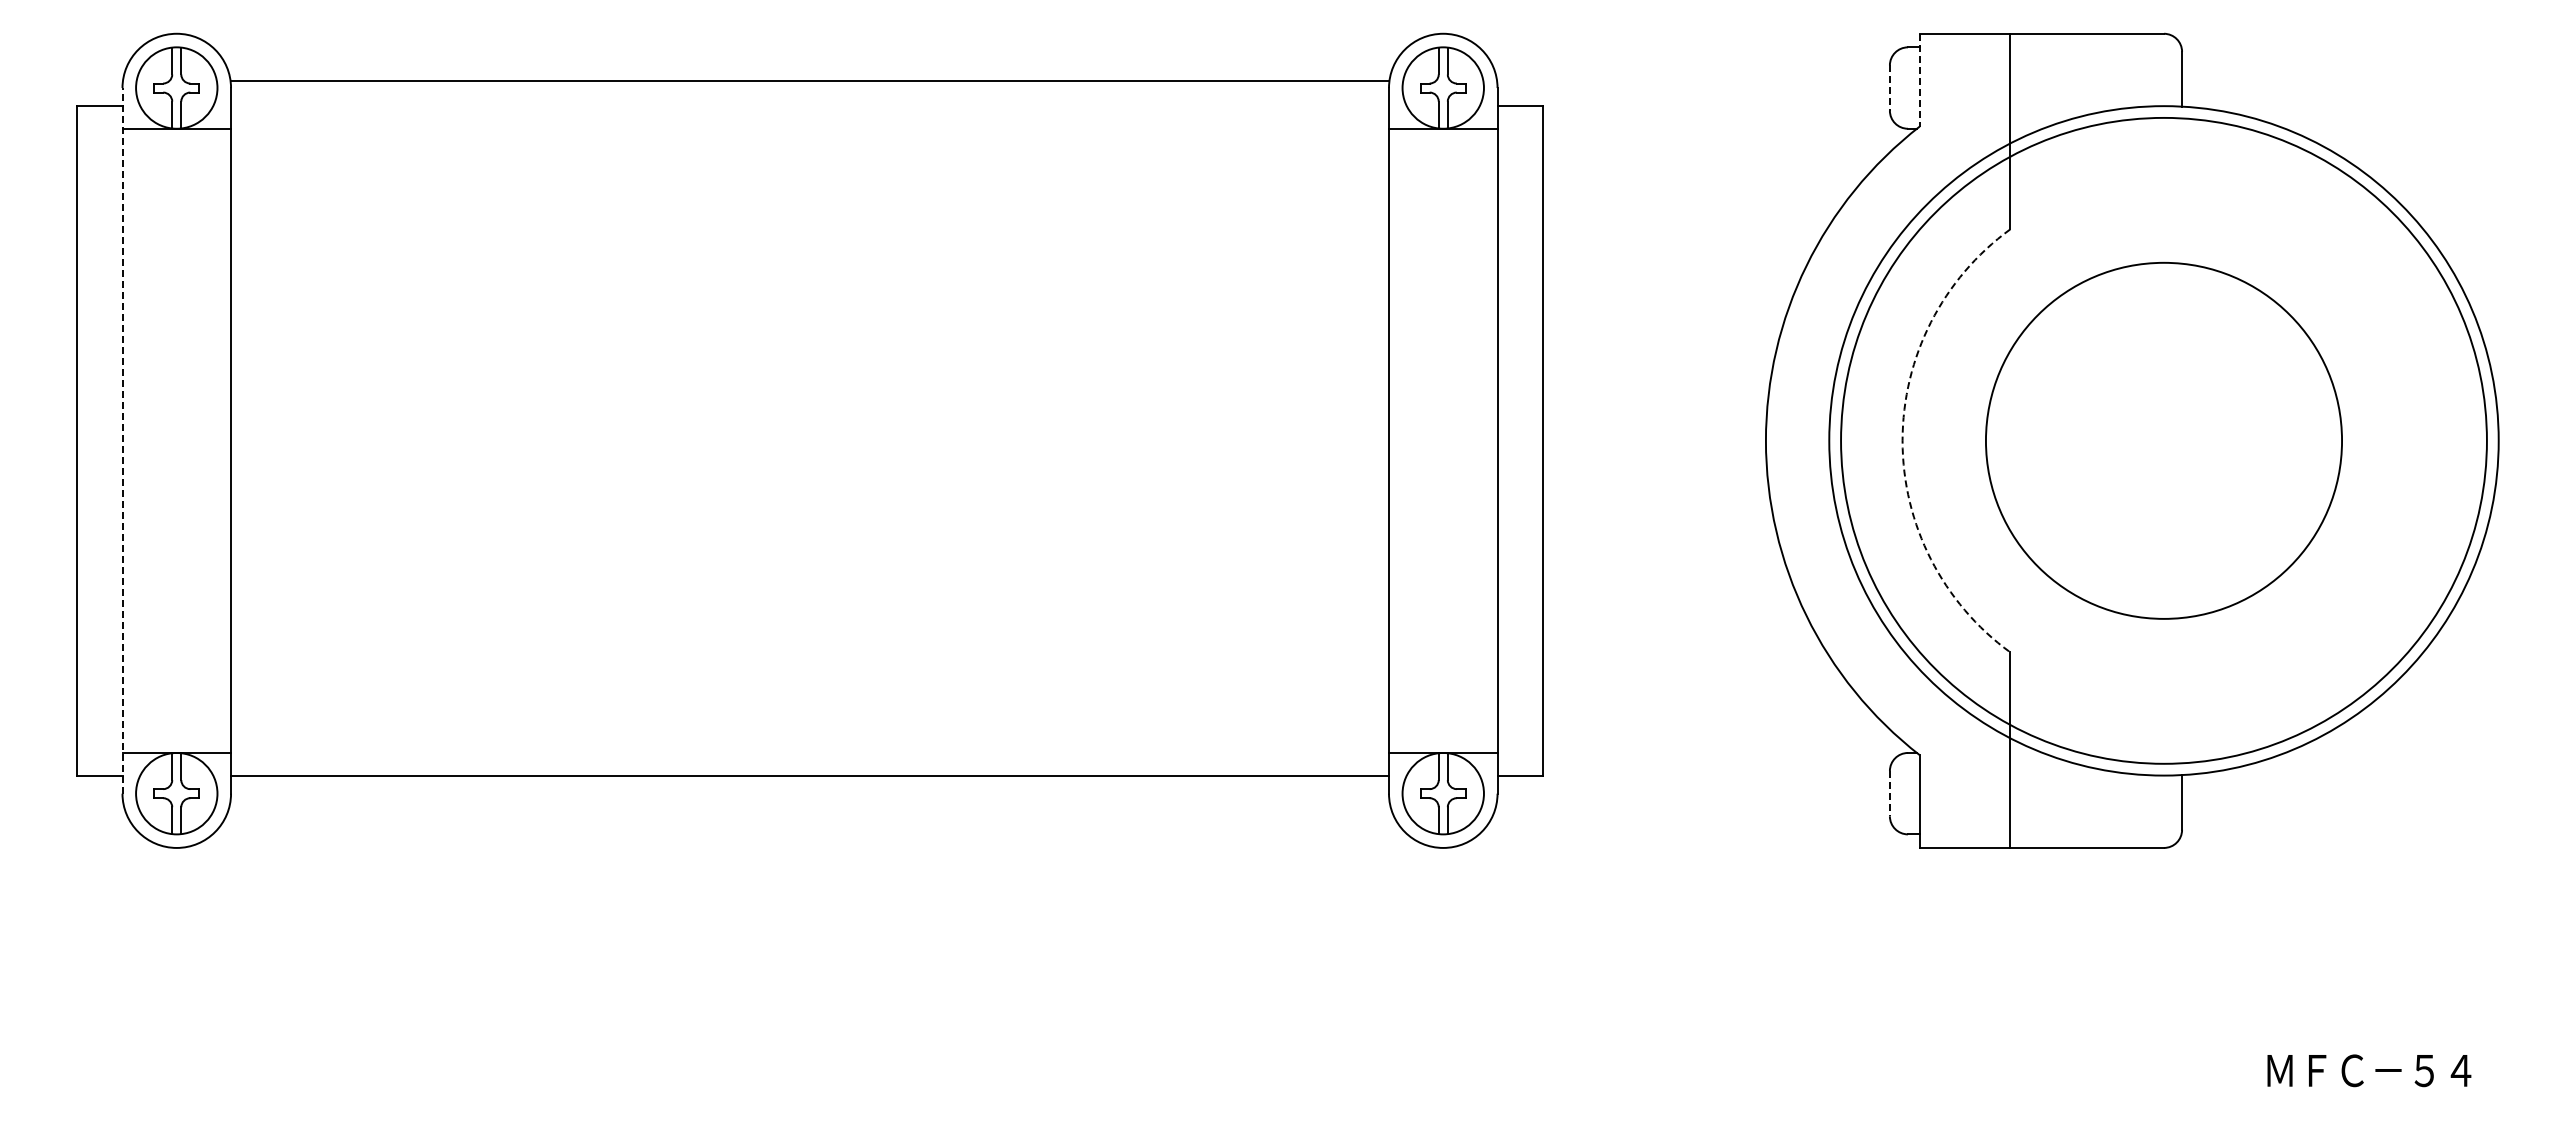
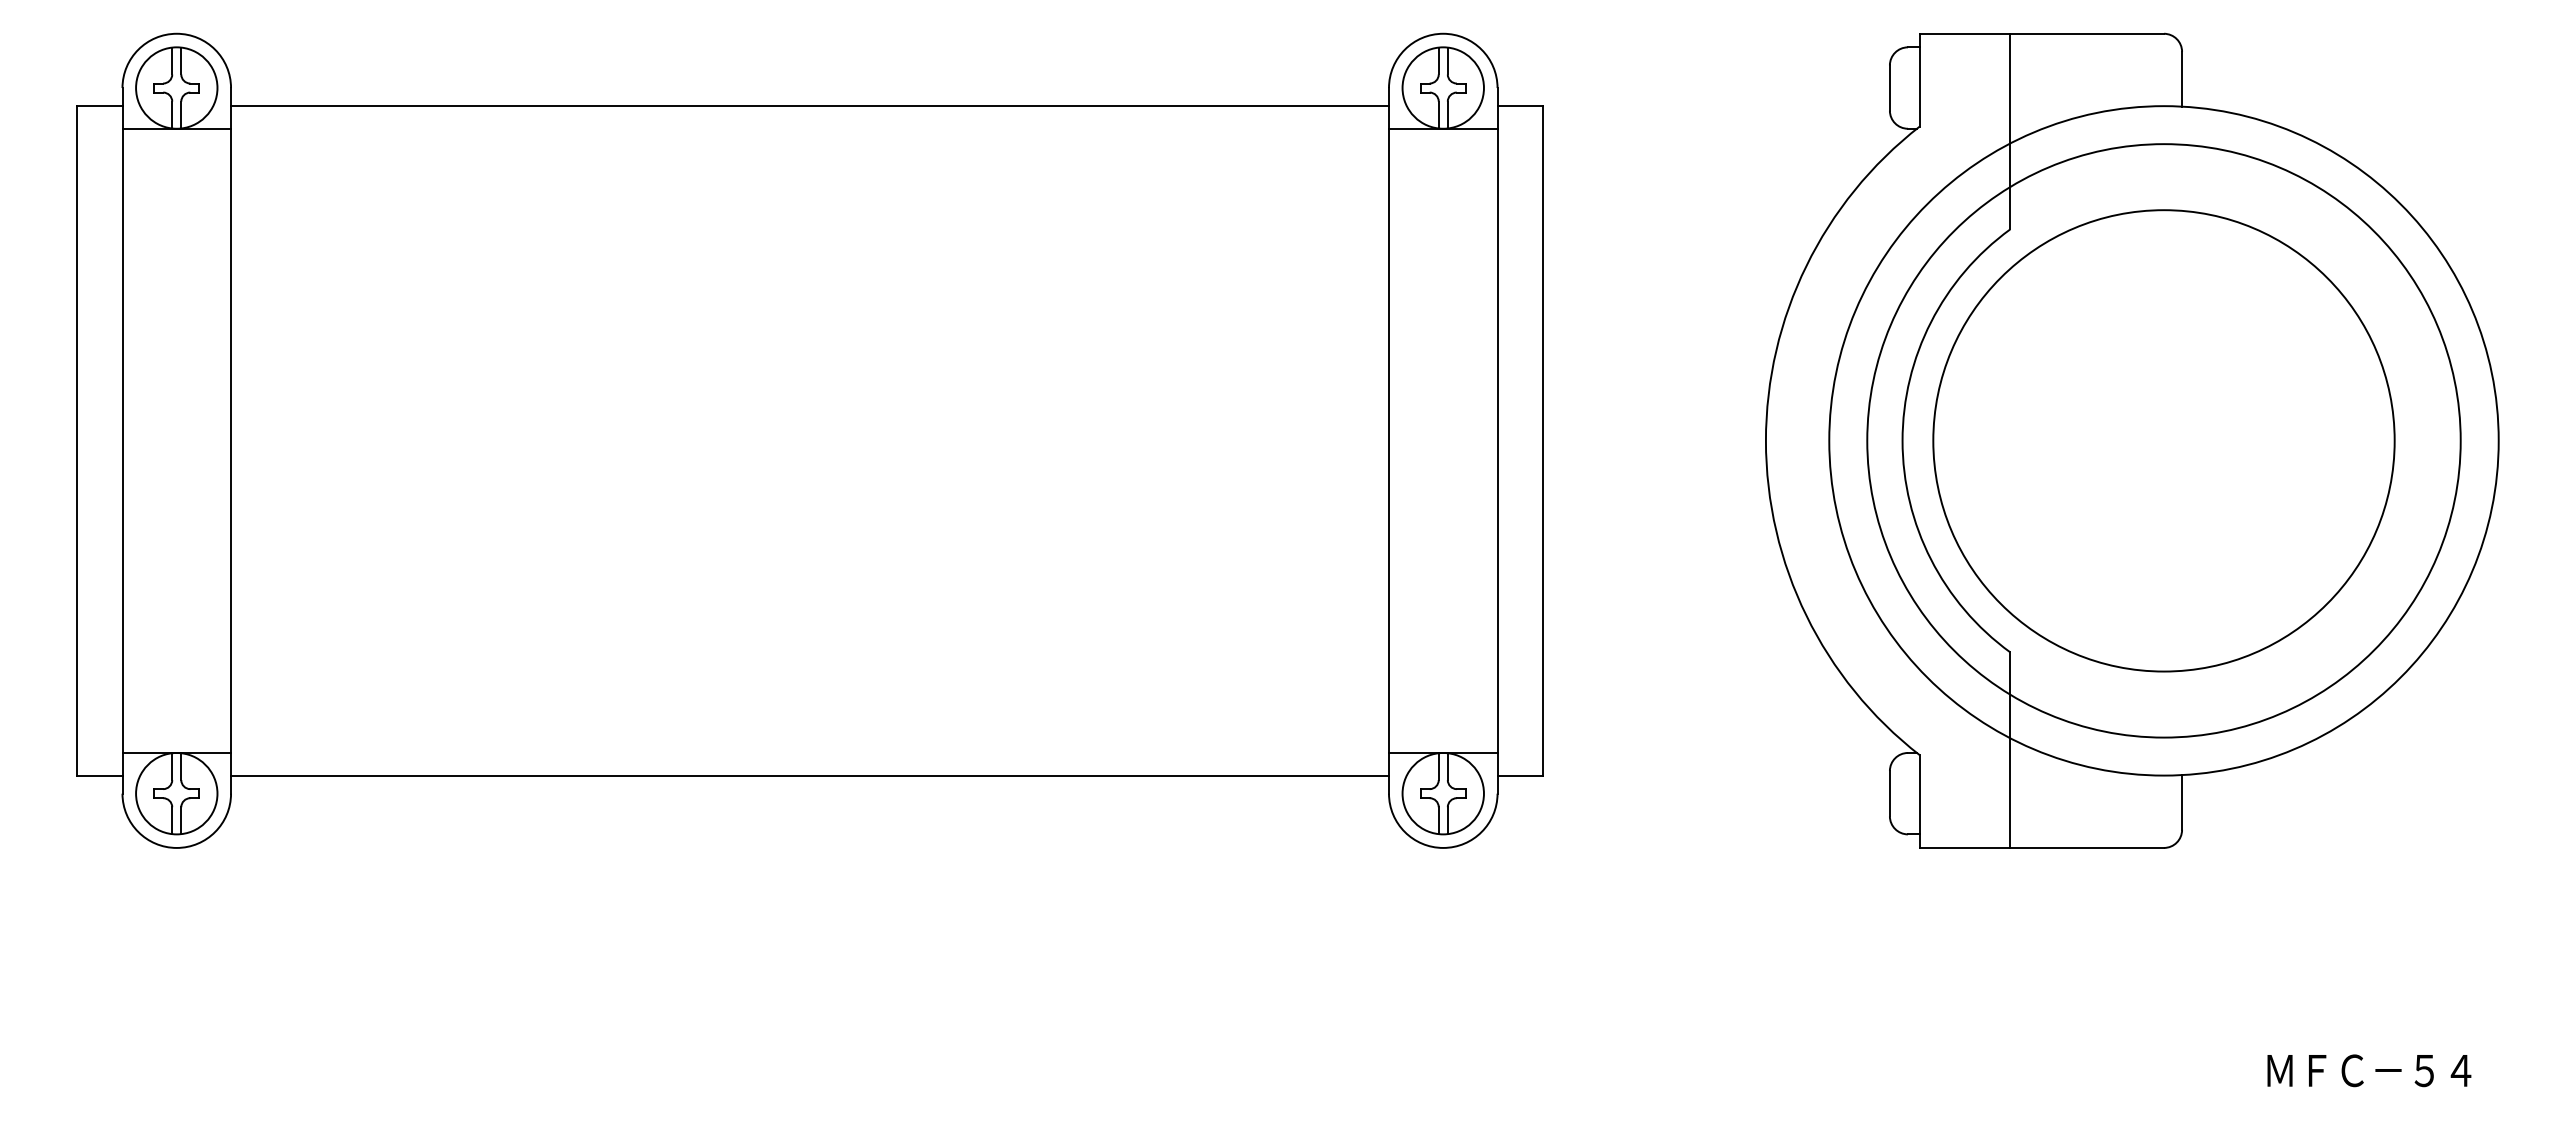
line at (1919, 80): dashed -> solid
line at (809, 81) position: (809, 81) -> (809, 106)
line at (1889, 88): dashed -> solid
line at (122, 440): dashed -> solid
arc at (1902, 440): dashed -> solid
circle at (2163, 440) diameter: 356 px -> 593 px
circle at (2163, 440) diameter: 646 px -> 461 px
line at (1889, 793): dashed -> solid
